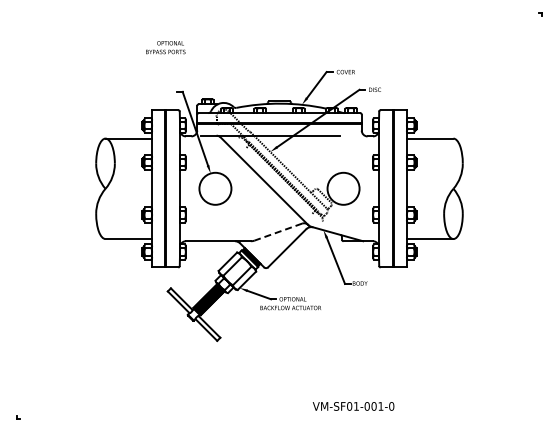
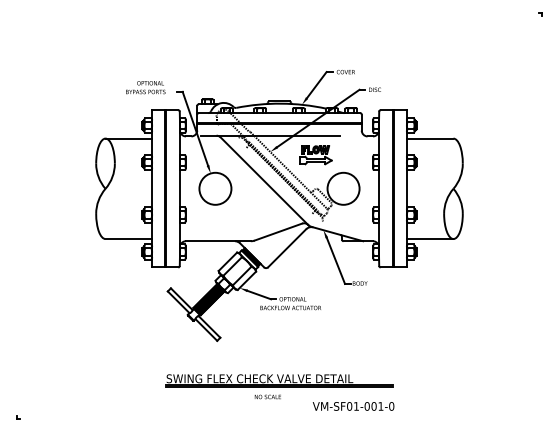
text at (165, 47) position: (165, 47) -> (145, 87)
part at (315, 155): none -> present
line at (277, 232): dashed -> solid
part at (279, 386): none -> present
